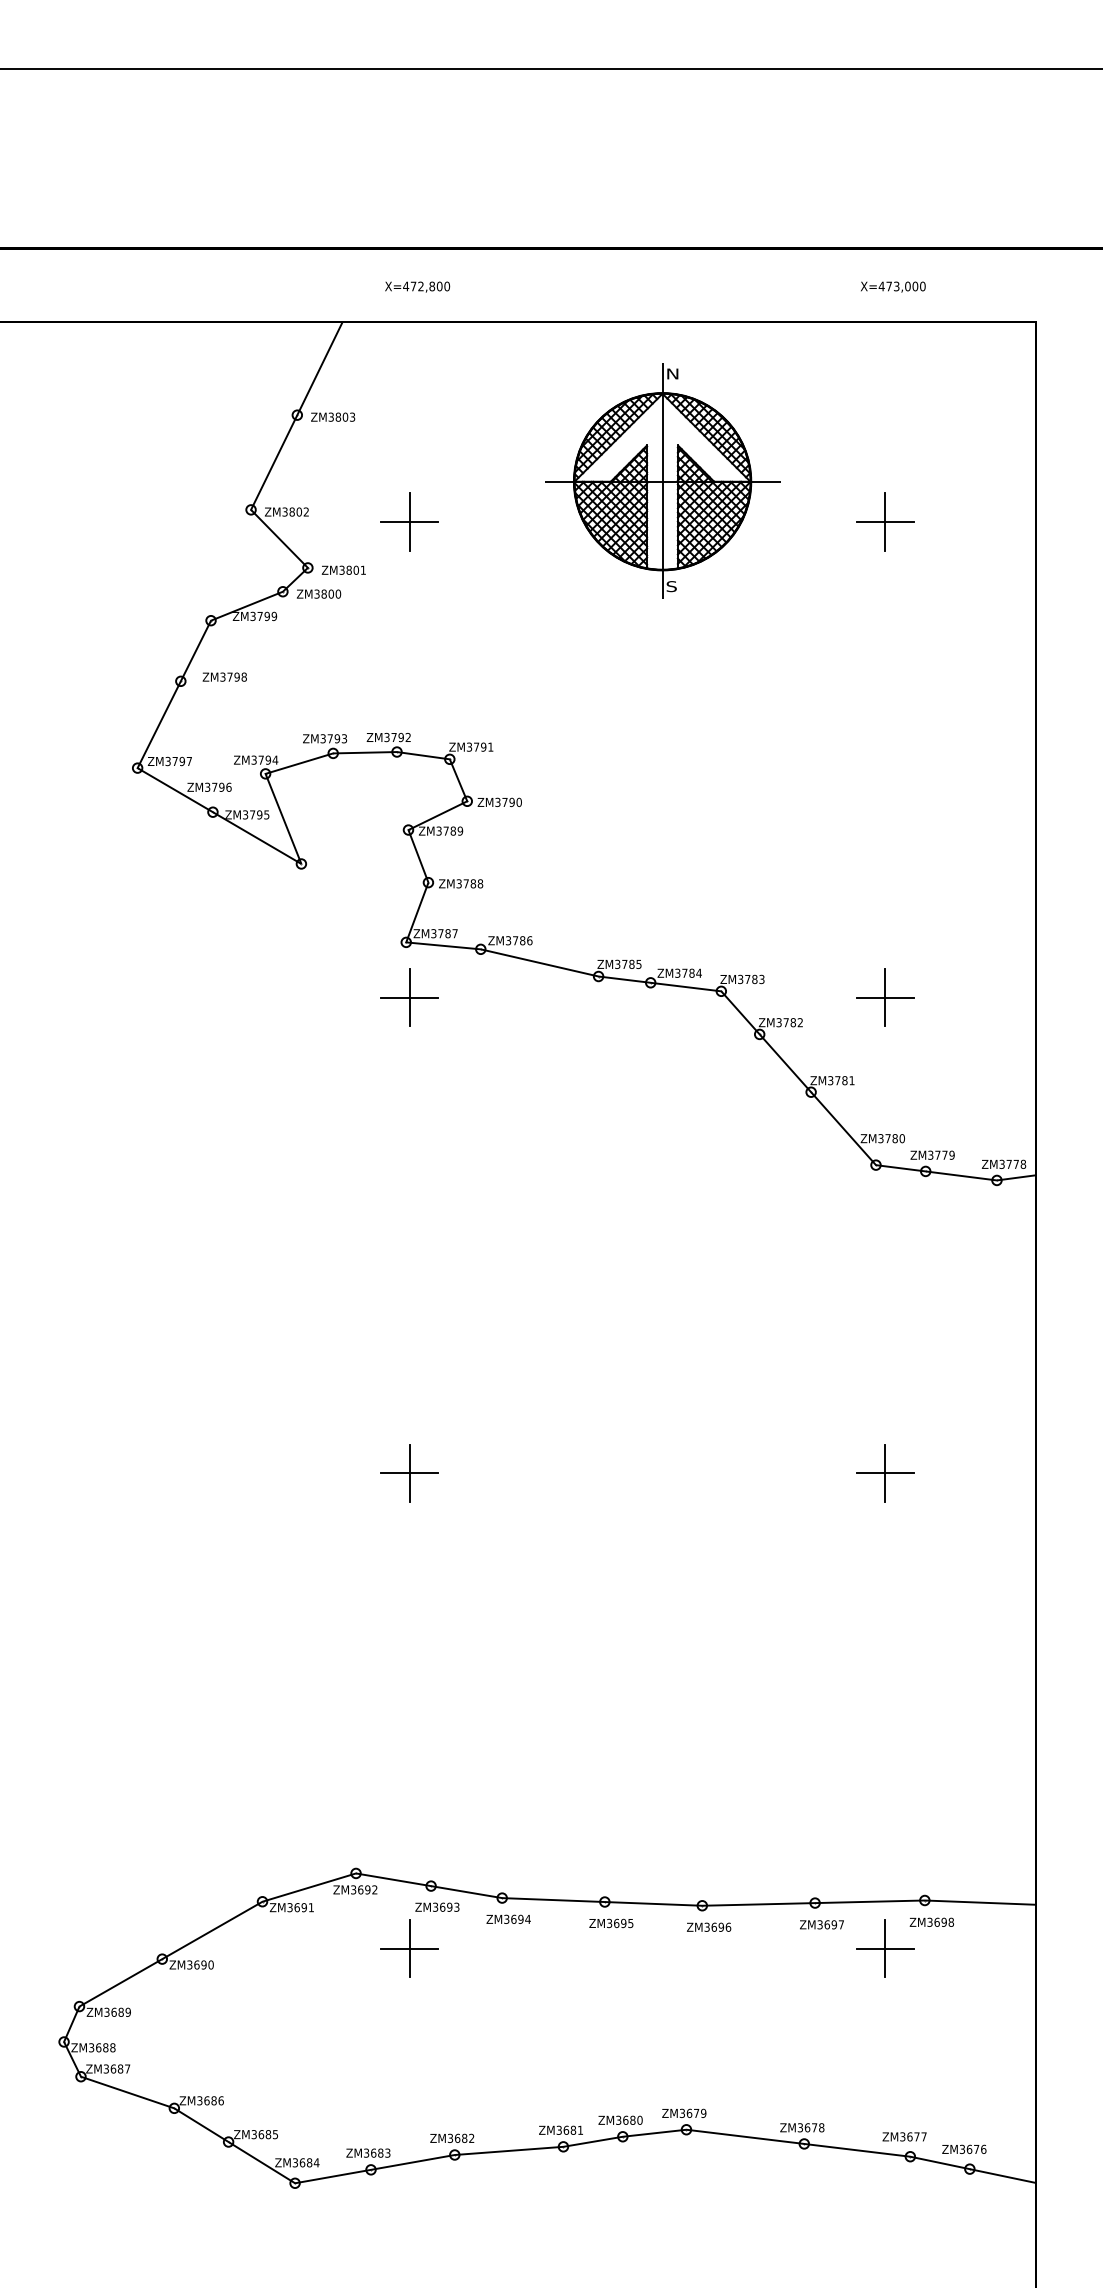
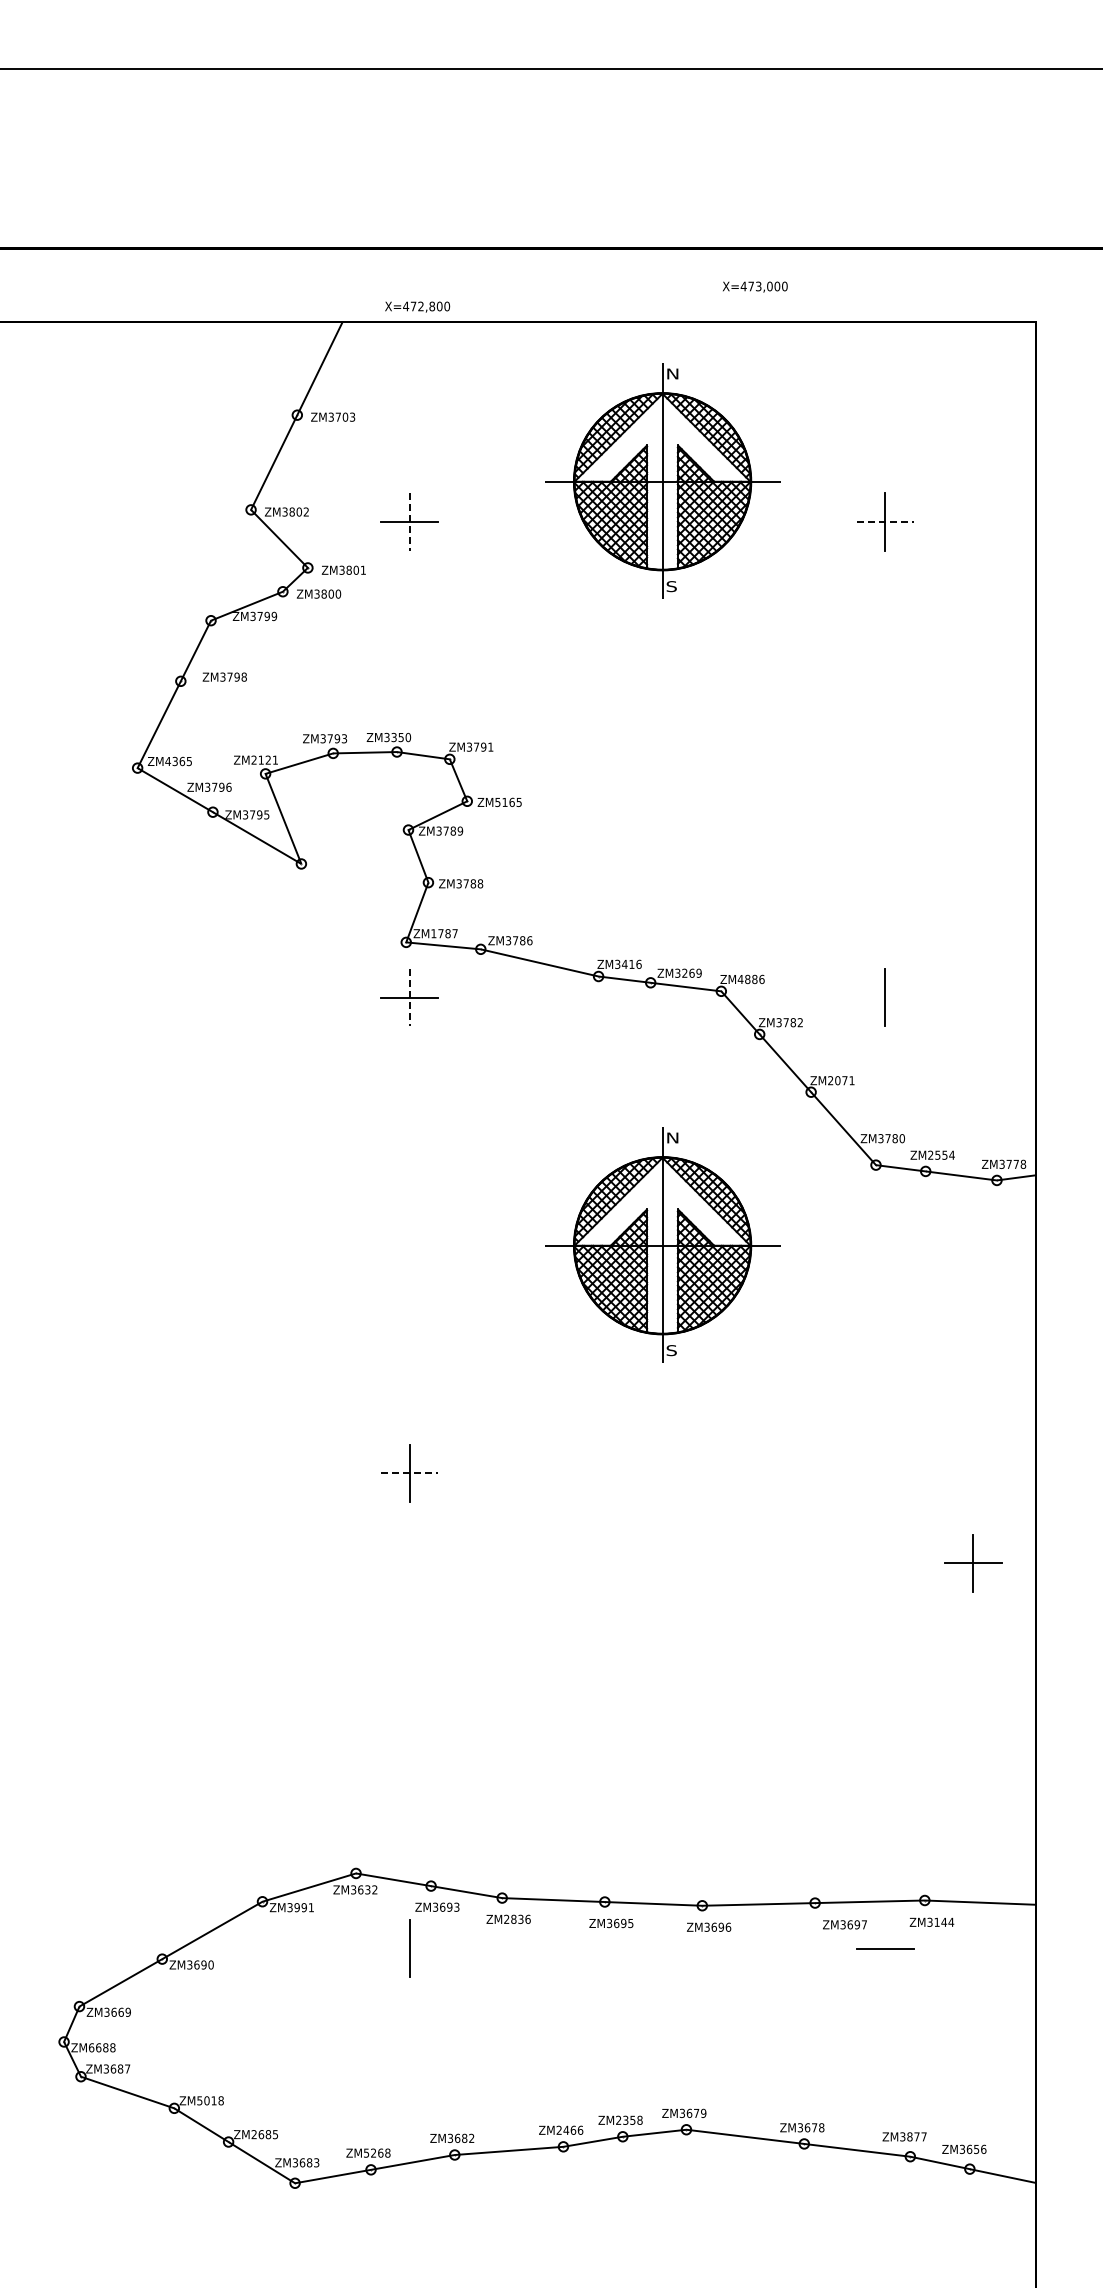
text at (417, 286) position: (417, 286) -> (417, 306)
text at (893, 286) position: (893, 286) -> (755, 286)
text at (338, 416): ZM3803 -> ZM3703
line at (409, 521): solid -> dashed
line at (885, 521): solid -> dashed
text at (401, 737): ZM3792 -> ZM3350
text at (264, 759): ZM3794 -> ZM2121
text at (178, 761): ZM3797 -> ZM4365
text at (508, 801): ZM3790 -> ZM5165
text at (433, 933): ZM3787 -> ZM1787
text at (631, 963): ZM3785 -> ZM3416
text at (691, 972): ZM3784 -> ZM3269
text at (750, 979): ZM3783 -> ZM4886
line at (409, 997): solid -> dashed
line at (884, 997): present -> none
text at (837, 1080): ZM3781 -> ZM2071
text at (941, 1154): ZM3779 -> ZM2554
part at (662, 1244): none -> present
line at (409, 1473): solid -> dashed
part at (885, 1473) position: (885, 1473) -> (973, 1563)
text at (367, 1889): ZM3692 -> ZM3632
text at (296, 1907): ZM3691 -> ZM3991
text at (517, 1918): ZM3694 -> ZM2836
text at (944, 1921): ZM3698 -> ZM3144
text at (821, 1924) position: (821, 1924) -> (844, 1924)
line at (409, 1948): present -> none
line at (885, 1948): present -> none
text at (120, 2011): ZM3689 -> ZM3669
text at (91, 2047): ZM3688 -> ZM6688
text at (210, 2100): ZM3686 -> ZM5018
text at (629, 2119): ZM3680 -> ZM2358
text at (569, 2129): ZM3681 -> ZM2466
text at (253, 2134): ZM3685 -> ZM2685
text at (909, 2136): ZM3677 -> ZM3877
text at (976, 2149): ZM3676 -> ZM3656
text at (377, 2152): ZM3683 -> ZM5268
text at (316, 2162): ZM3684 -> ZM3683
